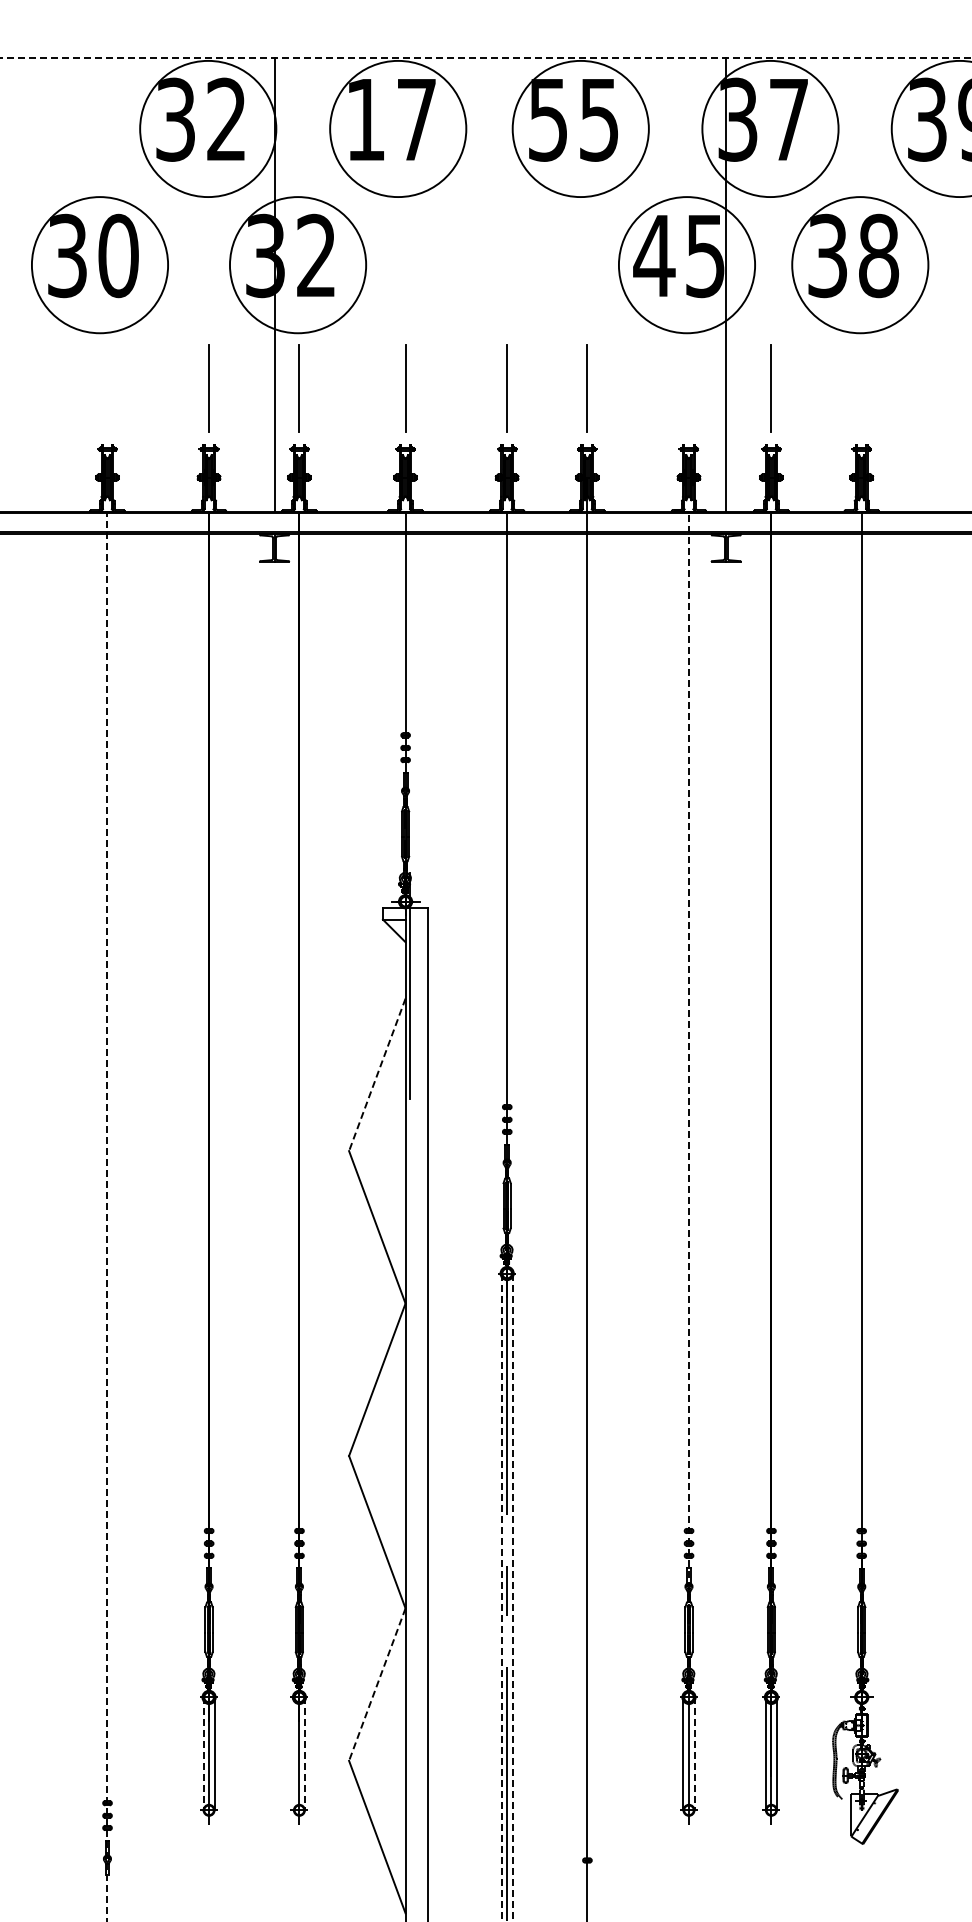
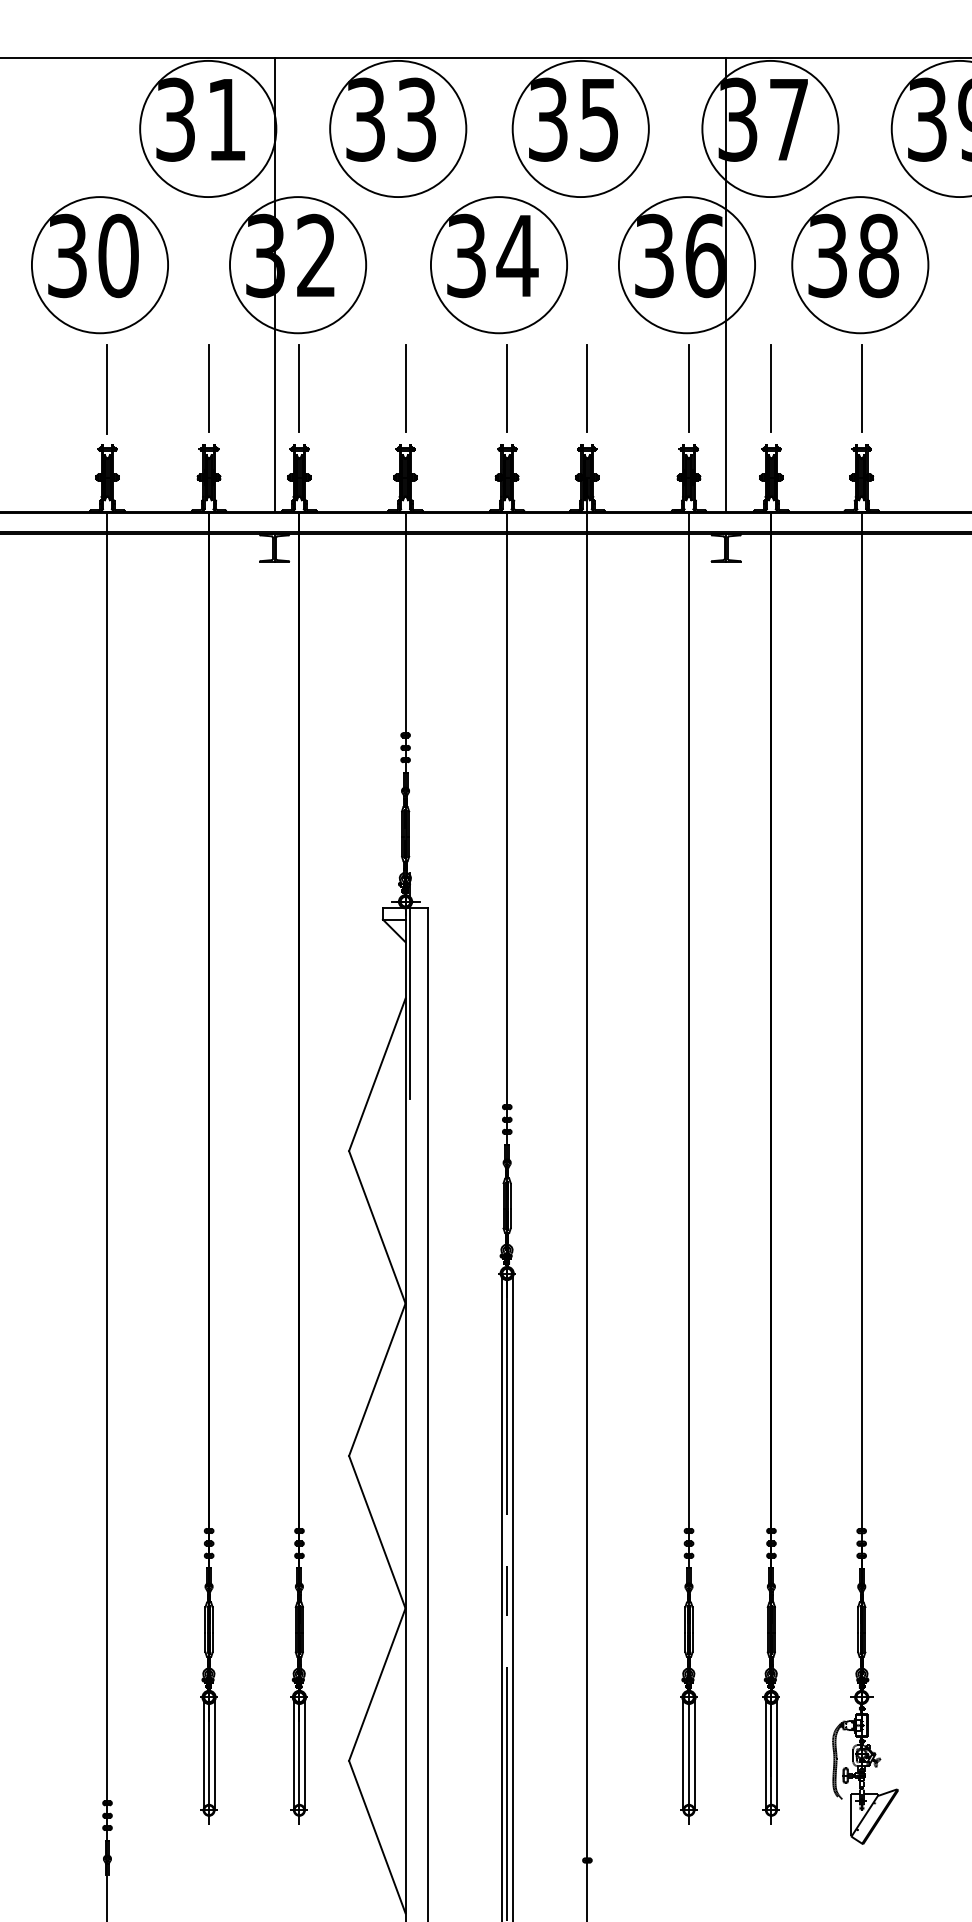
line at (486, 57): dashed -> solid
text at (226, 118): 32 -> 31
text at (390, 119): 17 -> 33
text at (548, 119): 55 -> 35
text at (678, 255): 45 -> 36
part at (498, 265): none -> present
line at (688, 388): none -> present
line at (861, 388): none -> present
line at (107, 389): none -> present
line at (377, 1075): dashed -> solid
line at (688, 1094): dashed -> solid
line at (107, 1217): dashed -> solid
line at (501, 1597): dashed -> solid
line at (512, 1597): dashed -> solid
line at (377, 1685): dashed -> solid
line at (293, 1753): none -> present
line at (203, 1754): dashed -> solid
line at (304, 1754): dashed -> solid
line at (694, 1754): dashed -> solid
